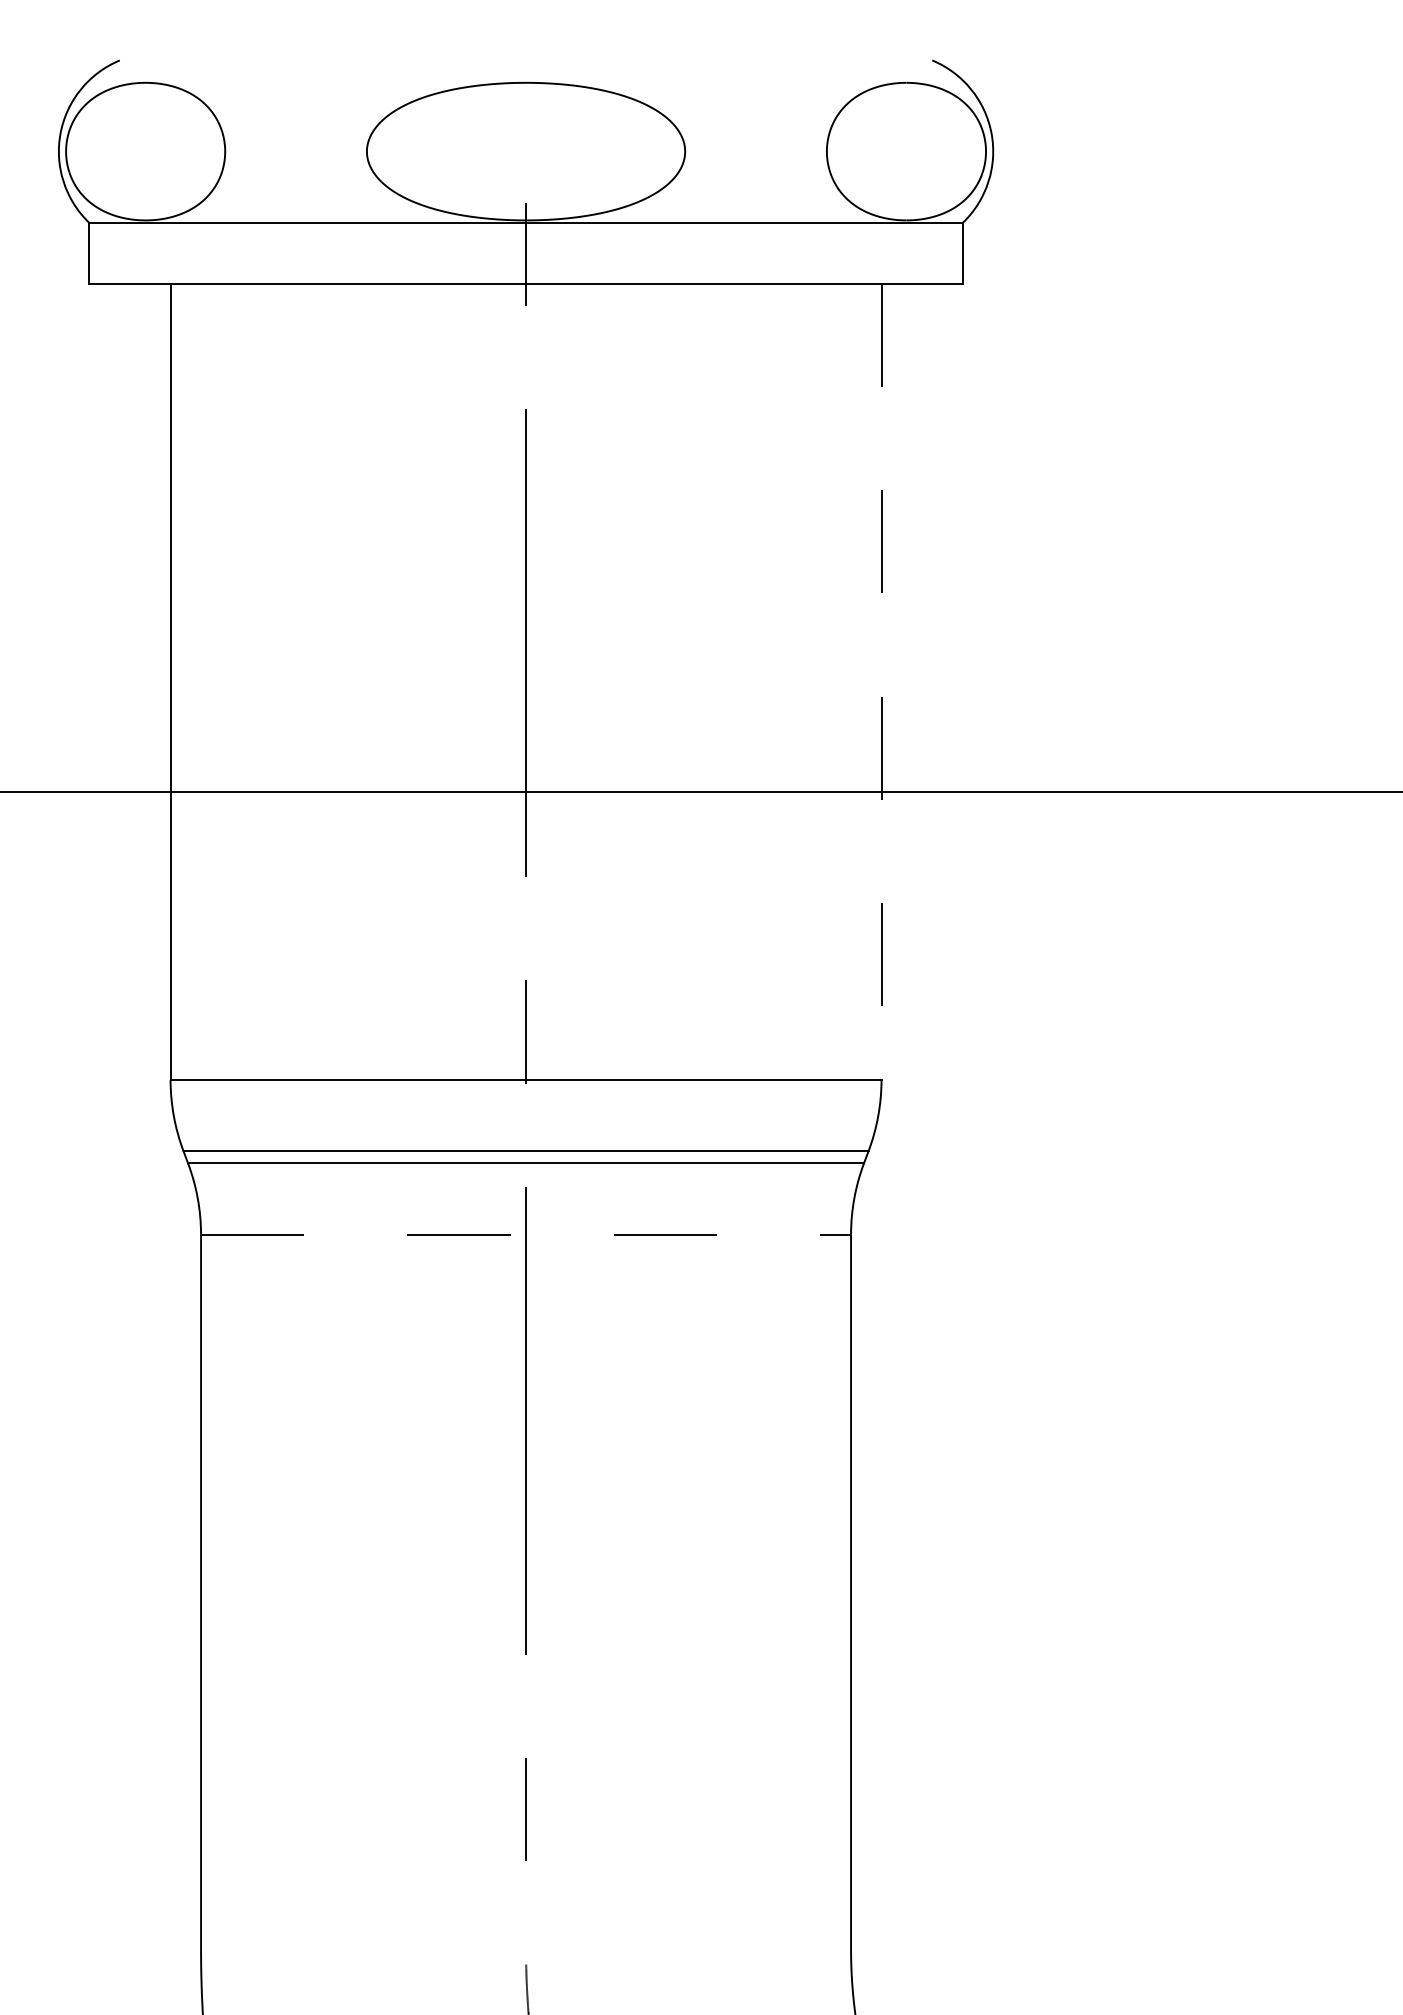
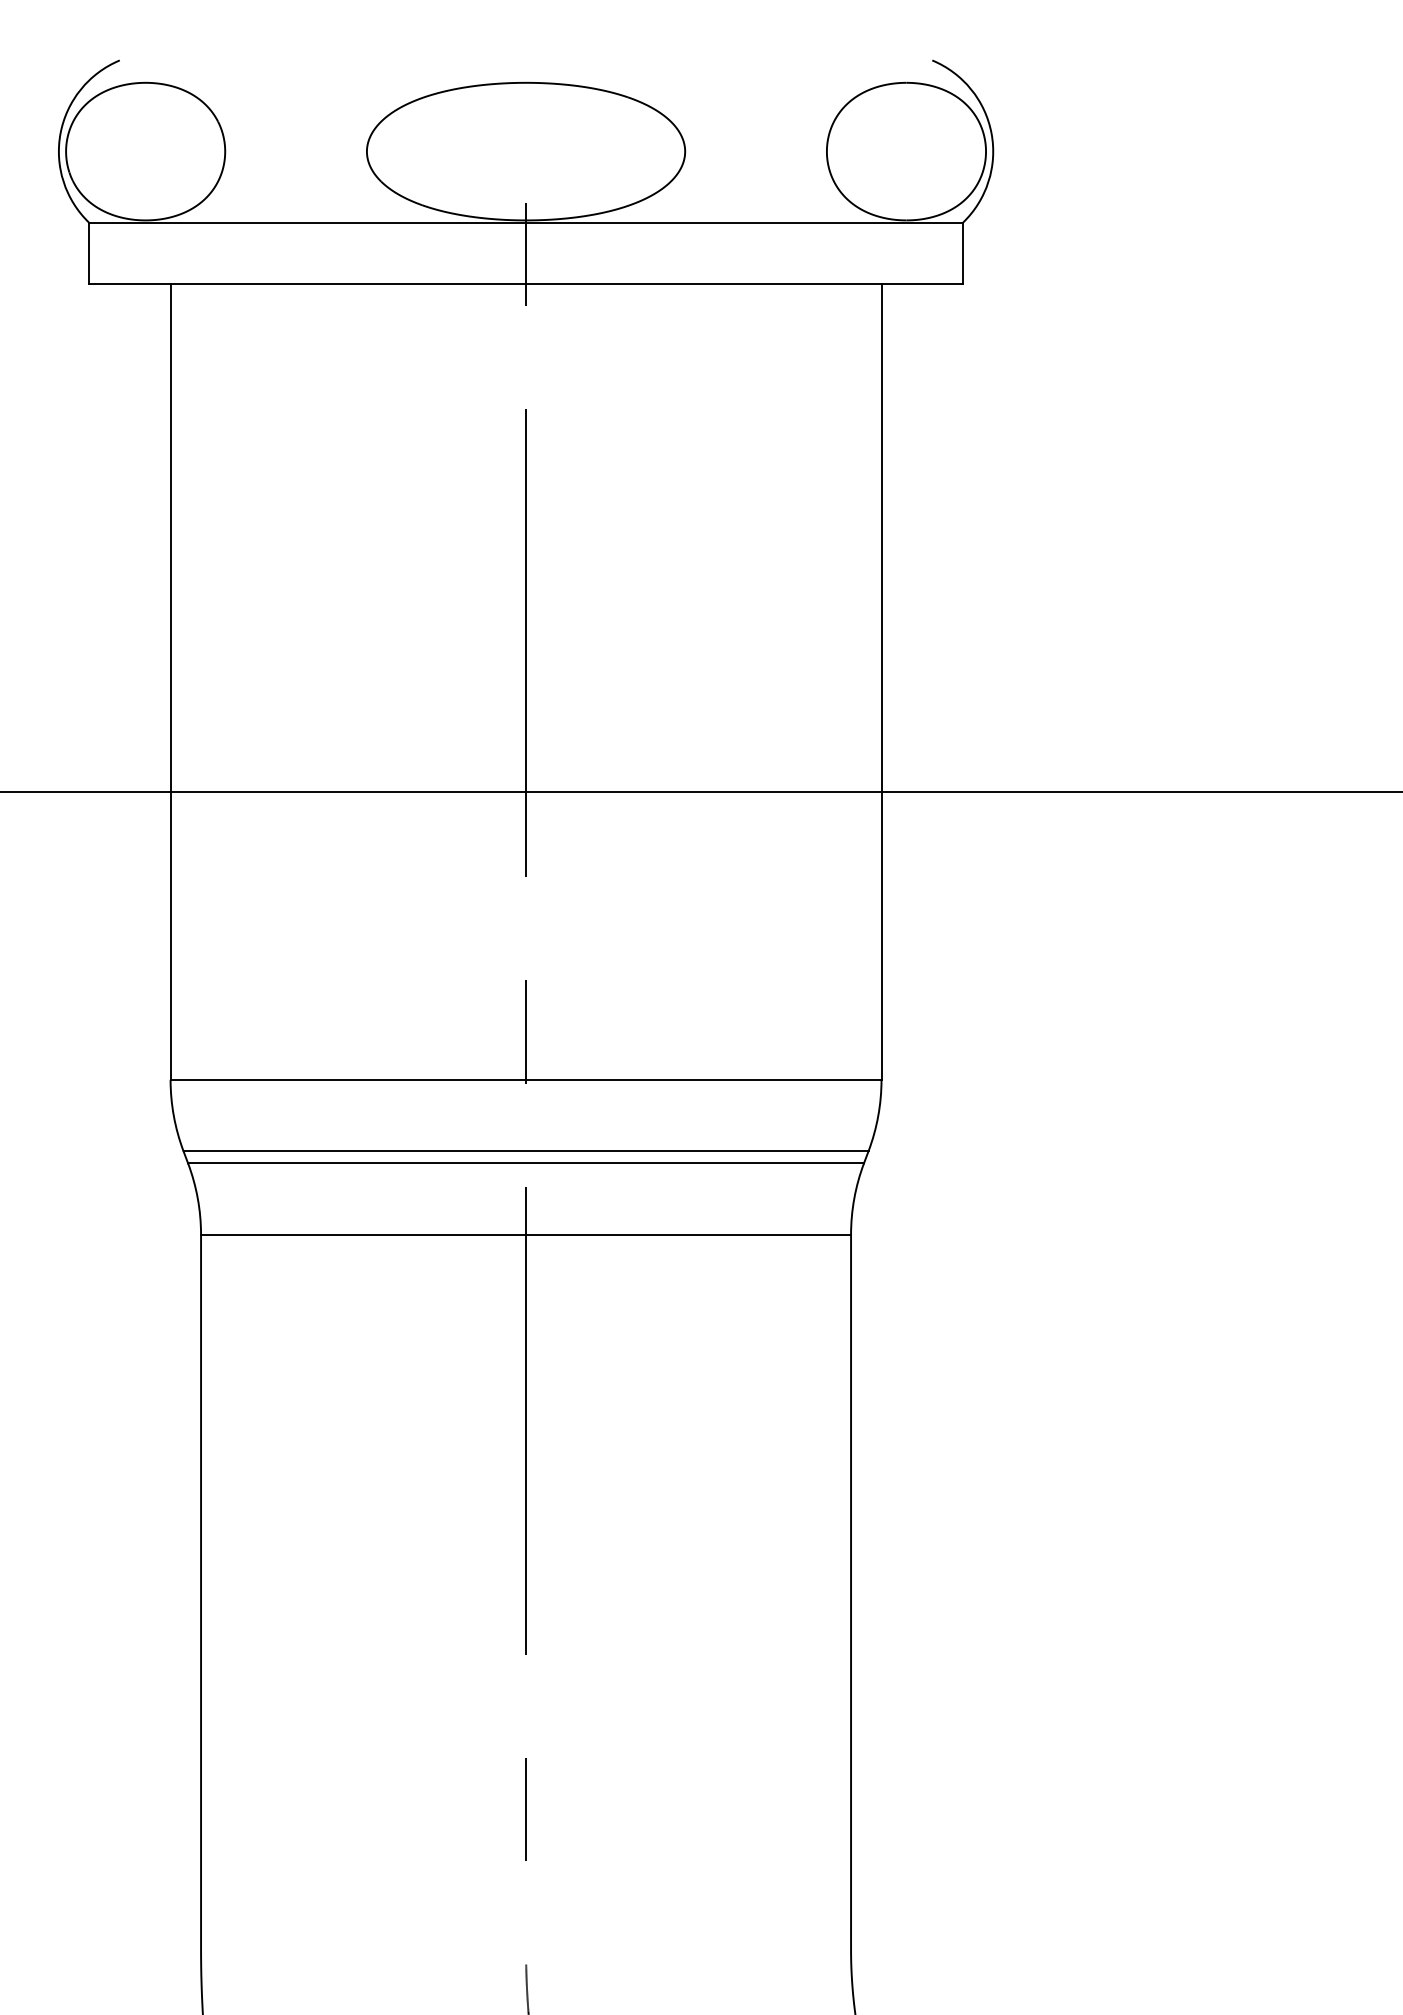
line at (881, 681): dashed -> solid
line at (526, 1234): dashed -> solid
